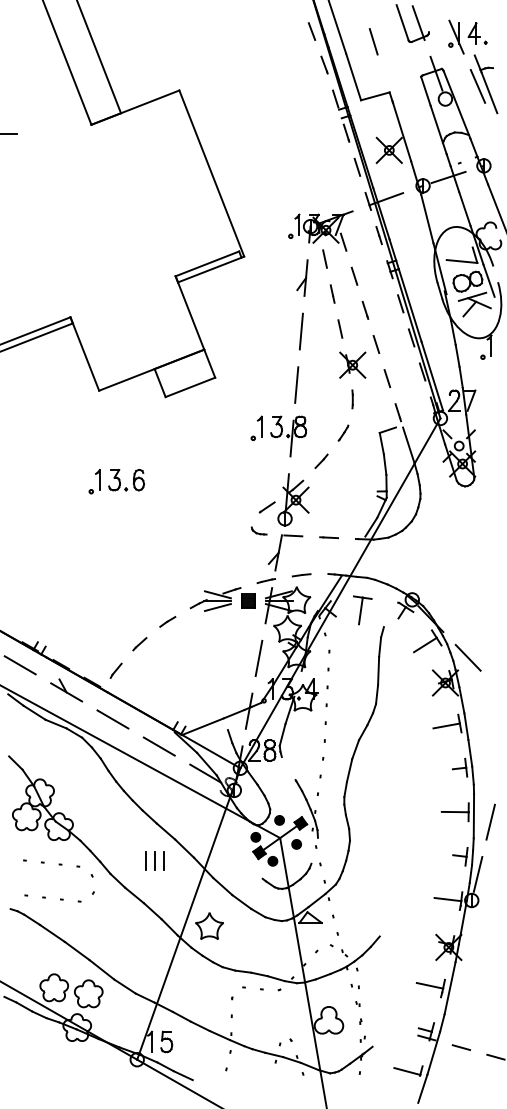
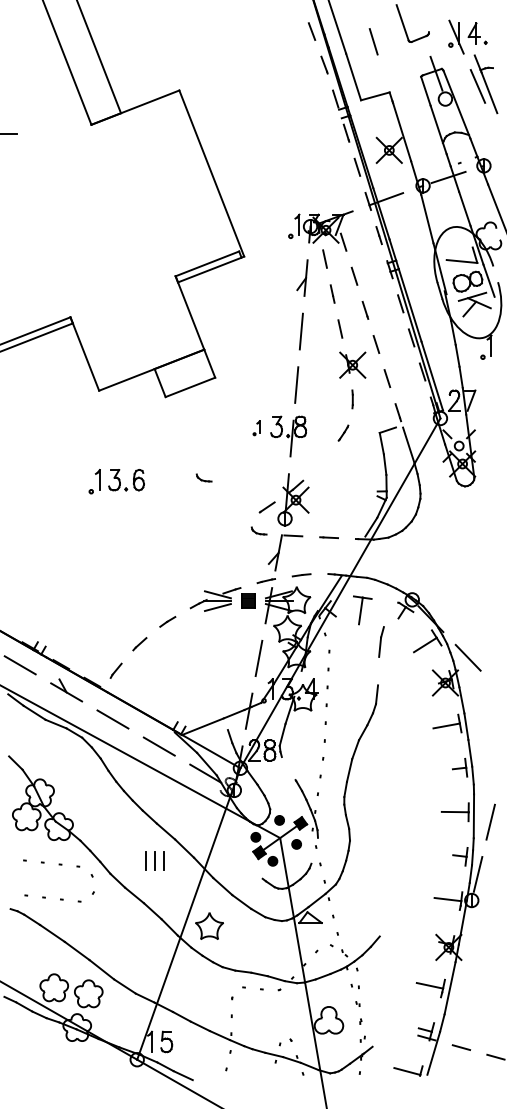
line at (418, 23): present -> none
part at (256, 427) size: 13x26 px -> 9x17 px
line at (321, 460): present -> none
part at (203, 477): none -> present
line at (378, 670): present -> none
line at (422, 1088): present -> none
